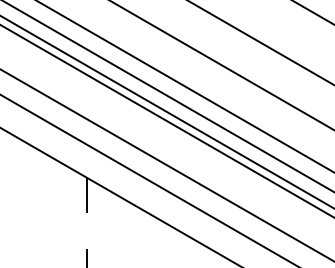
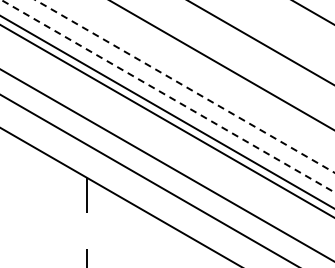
line at (184, 86): solid -> dashed
line at (168, 96): solid -> dashed
